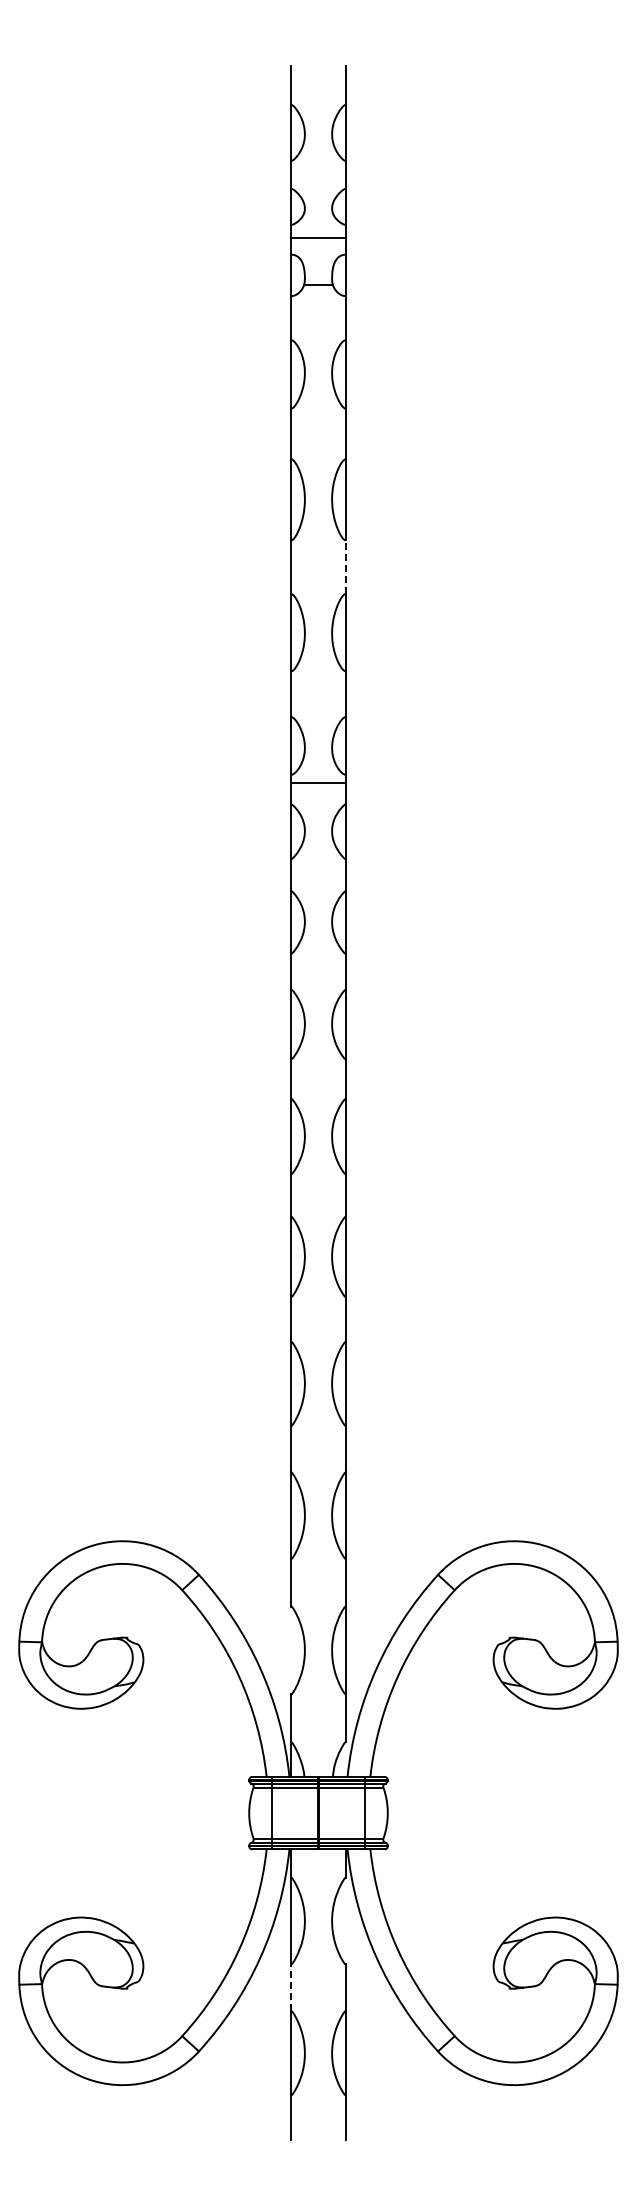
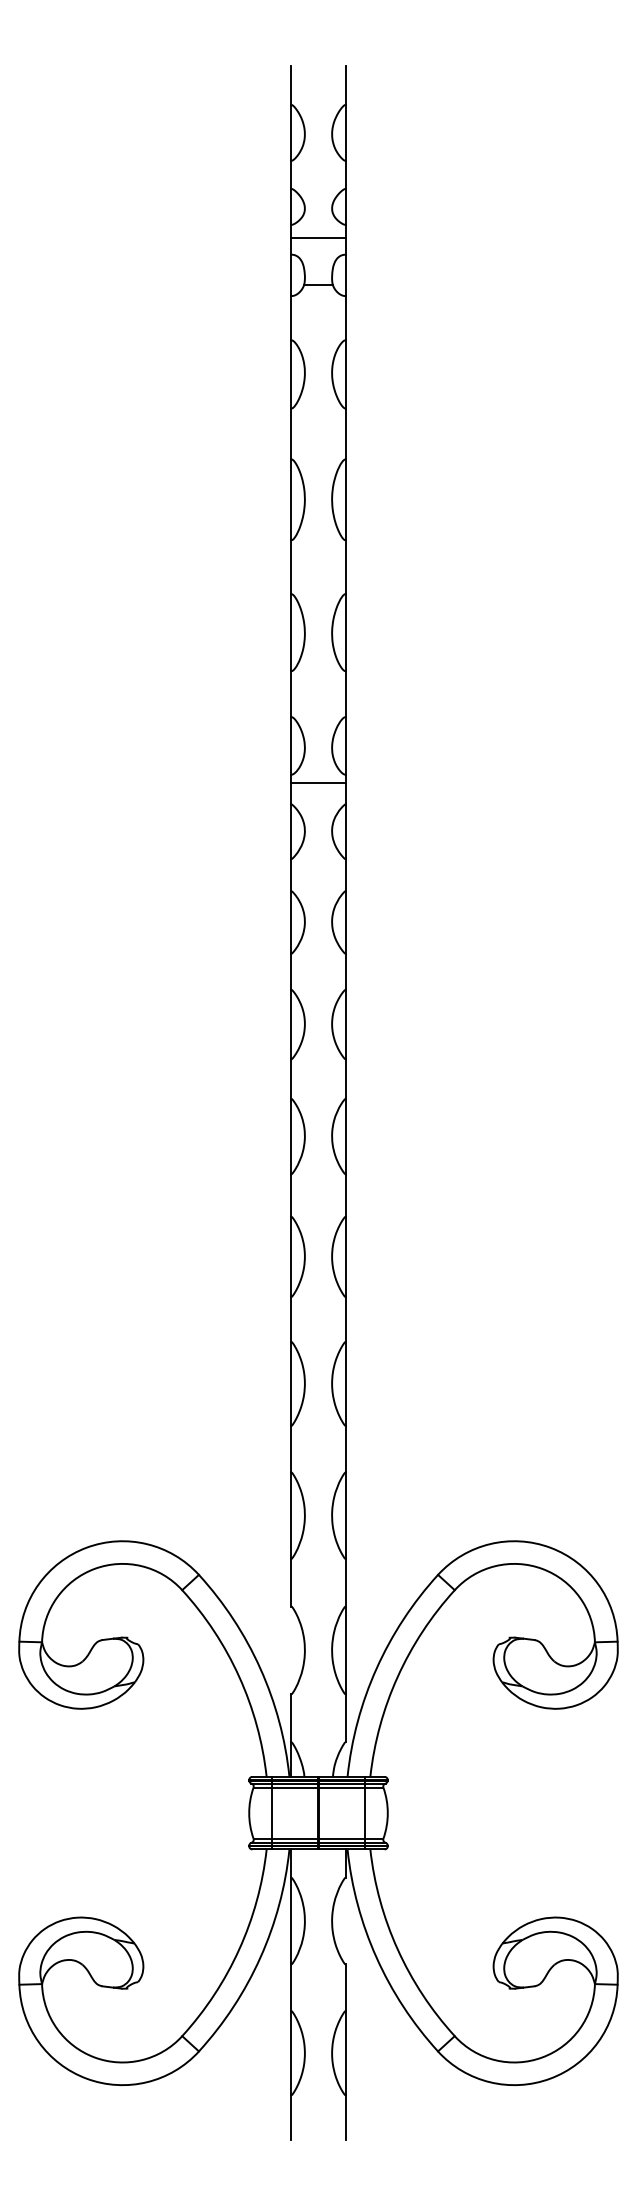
line at (345, 567): dashed -> solid
line at (291, 1987): dashed -> solid
